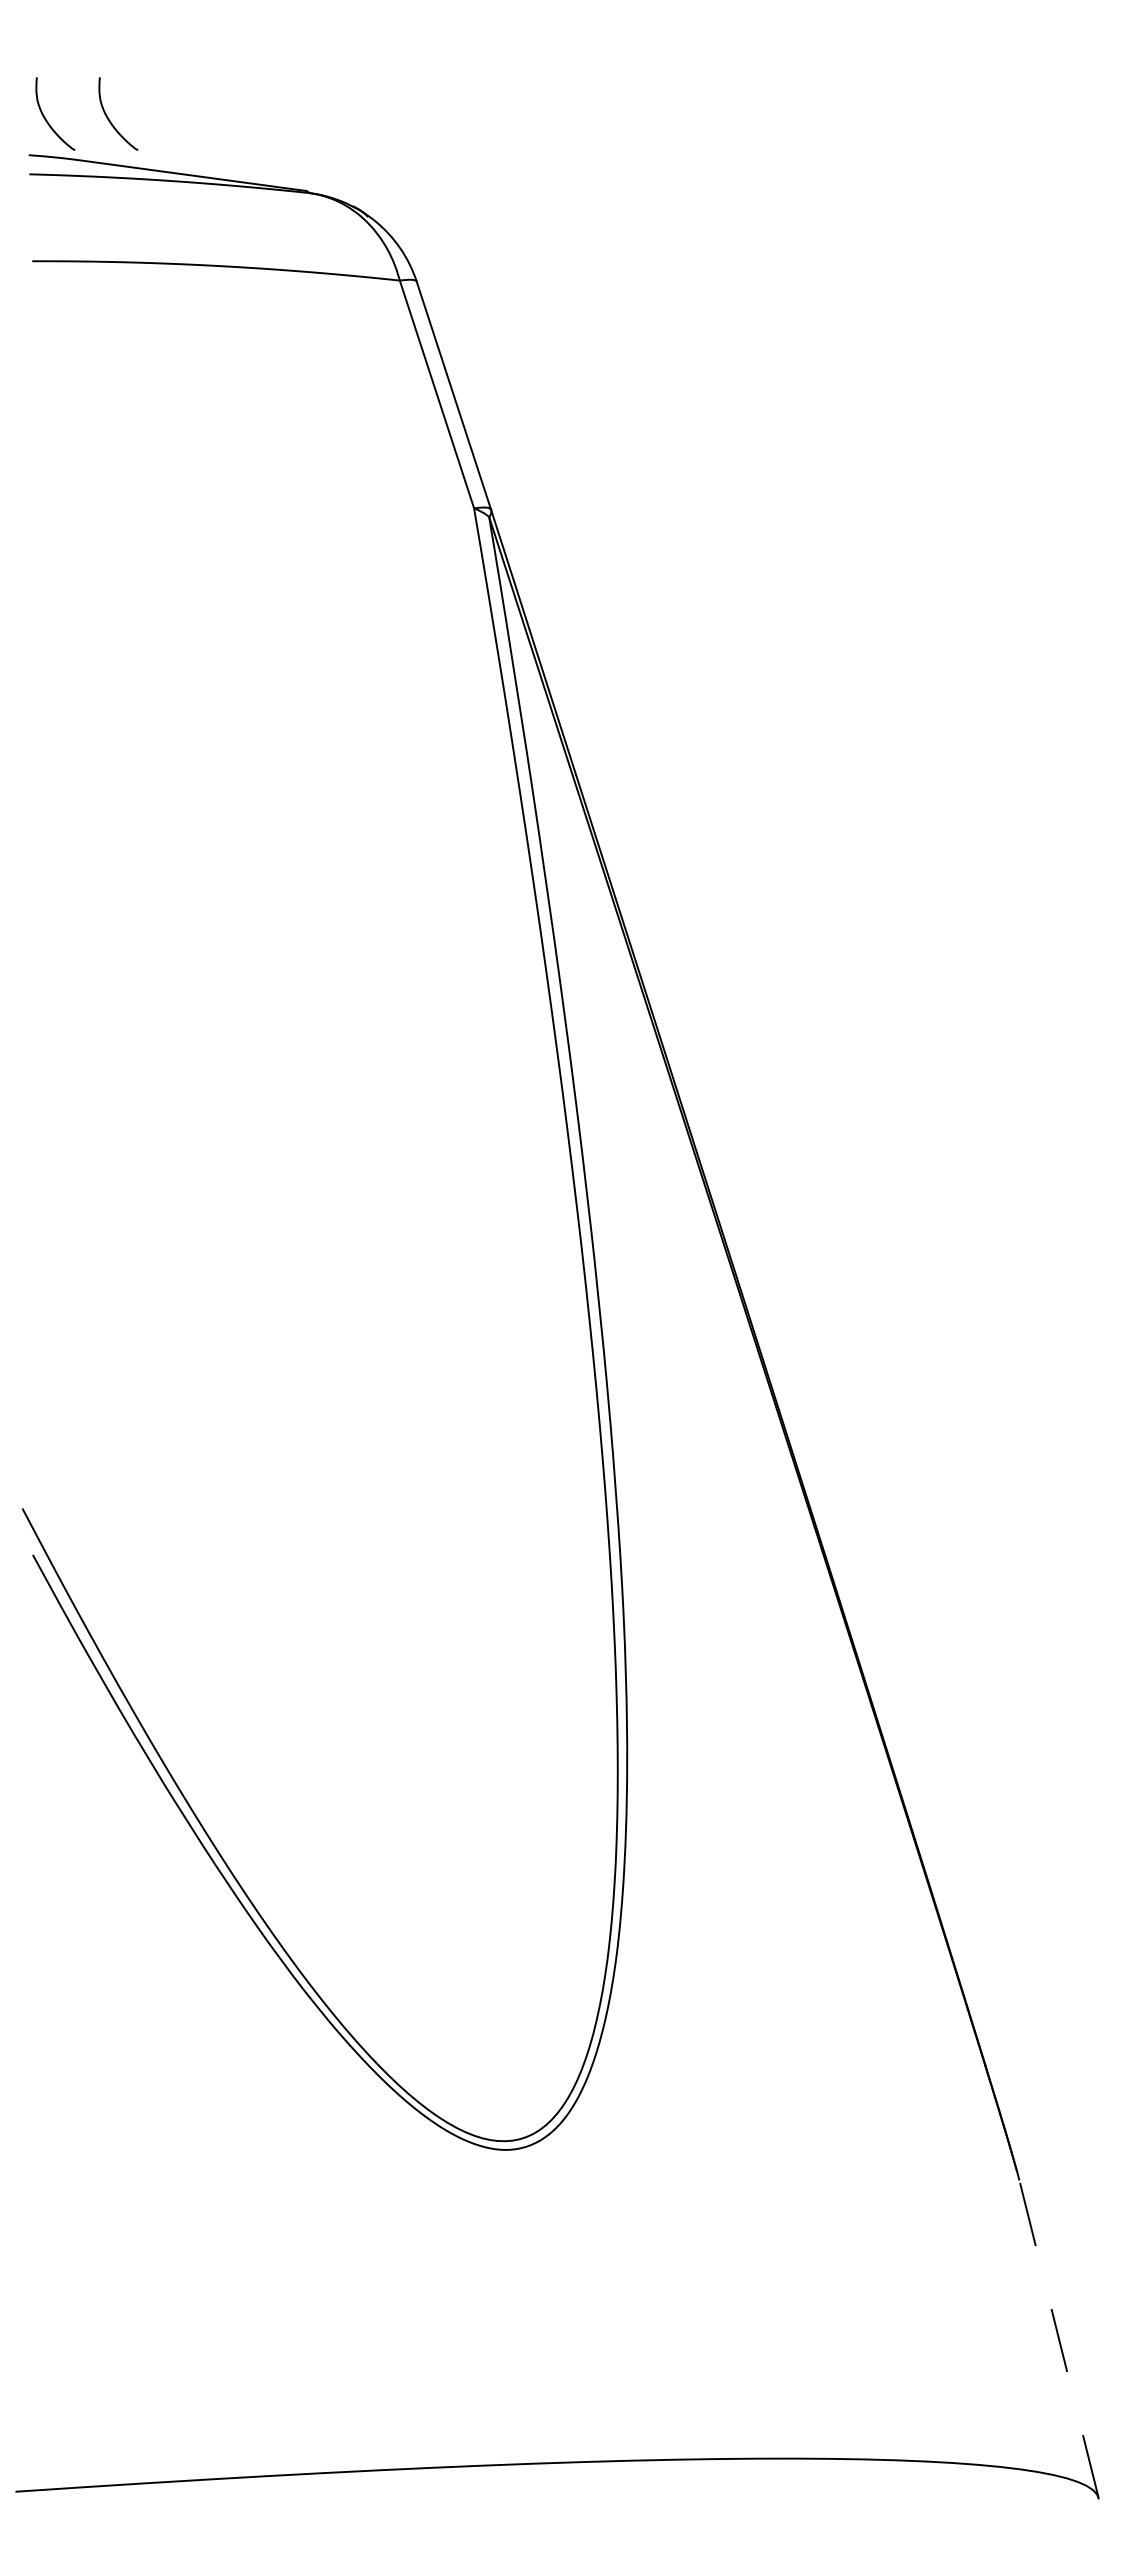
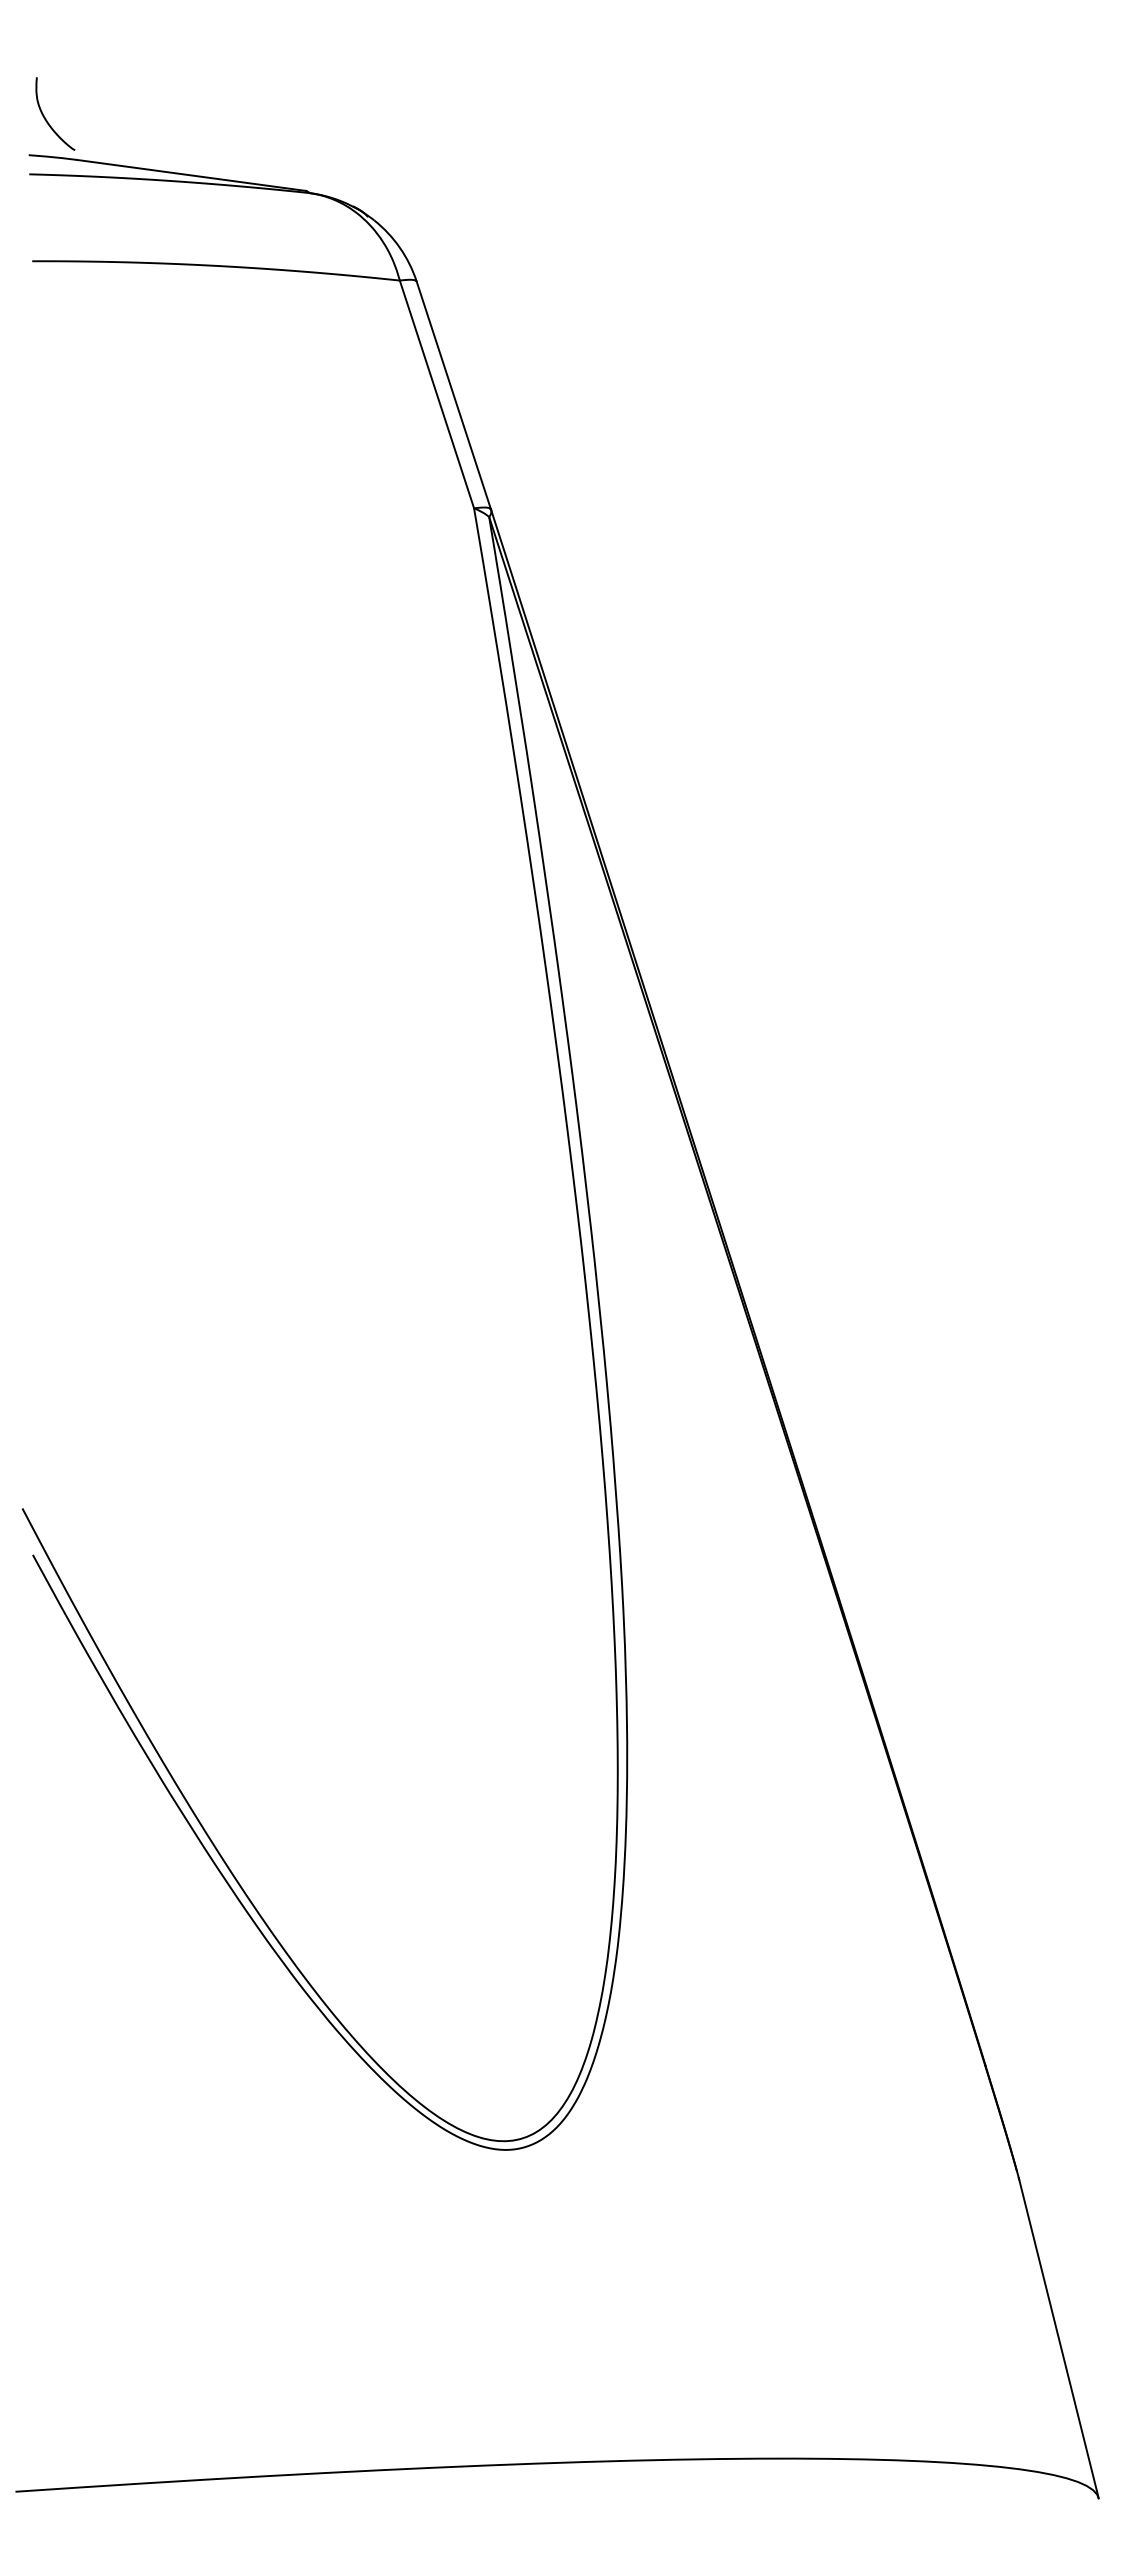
curve at (109, 118): present -> none
line at (1058, 2338): dashed -> solid
